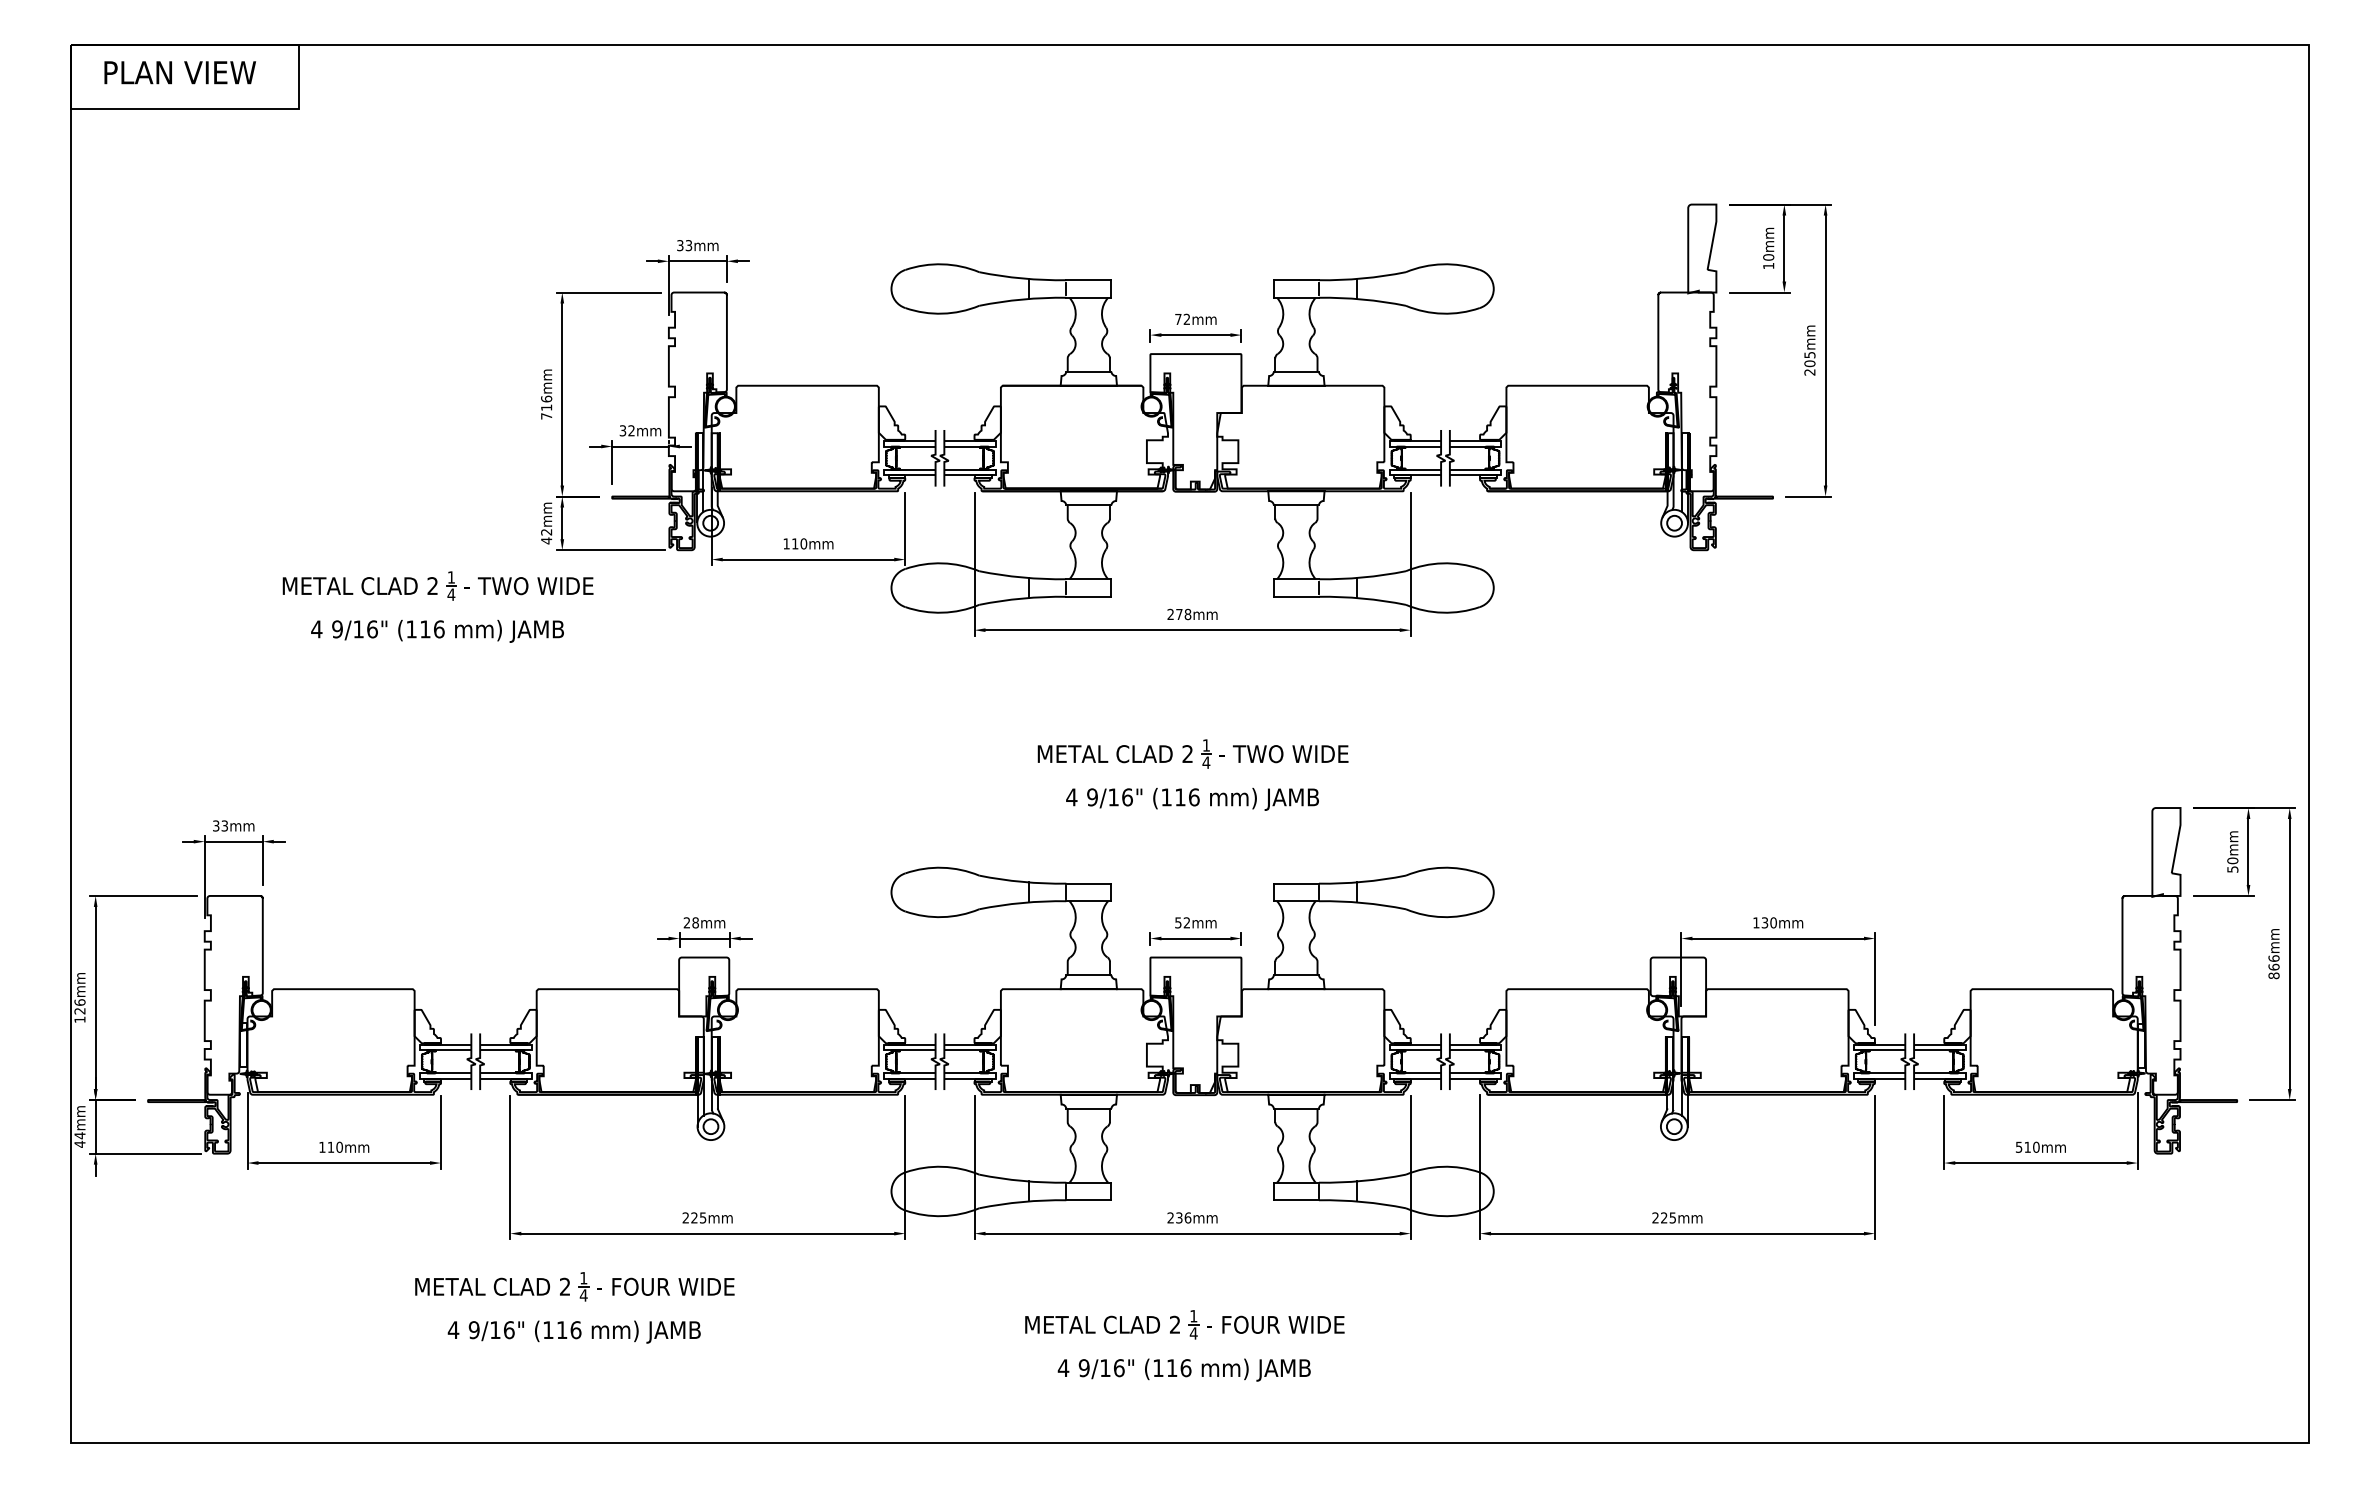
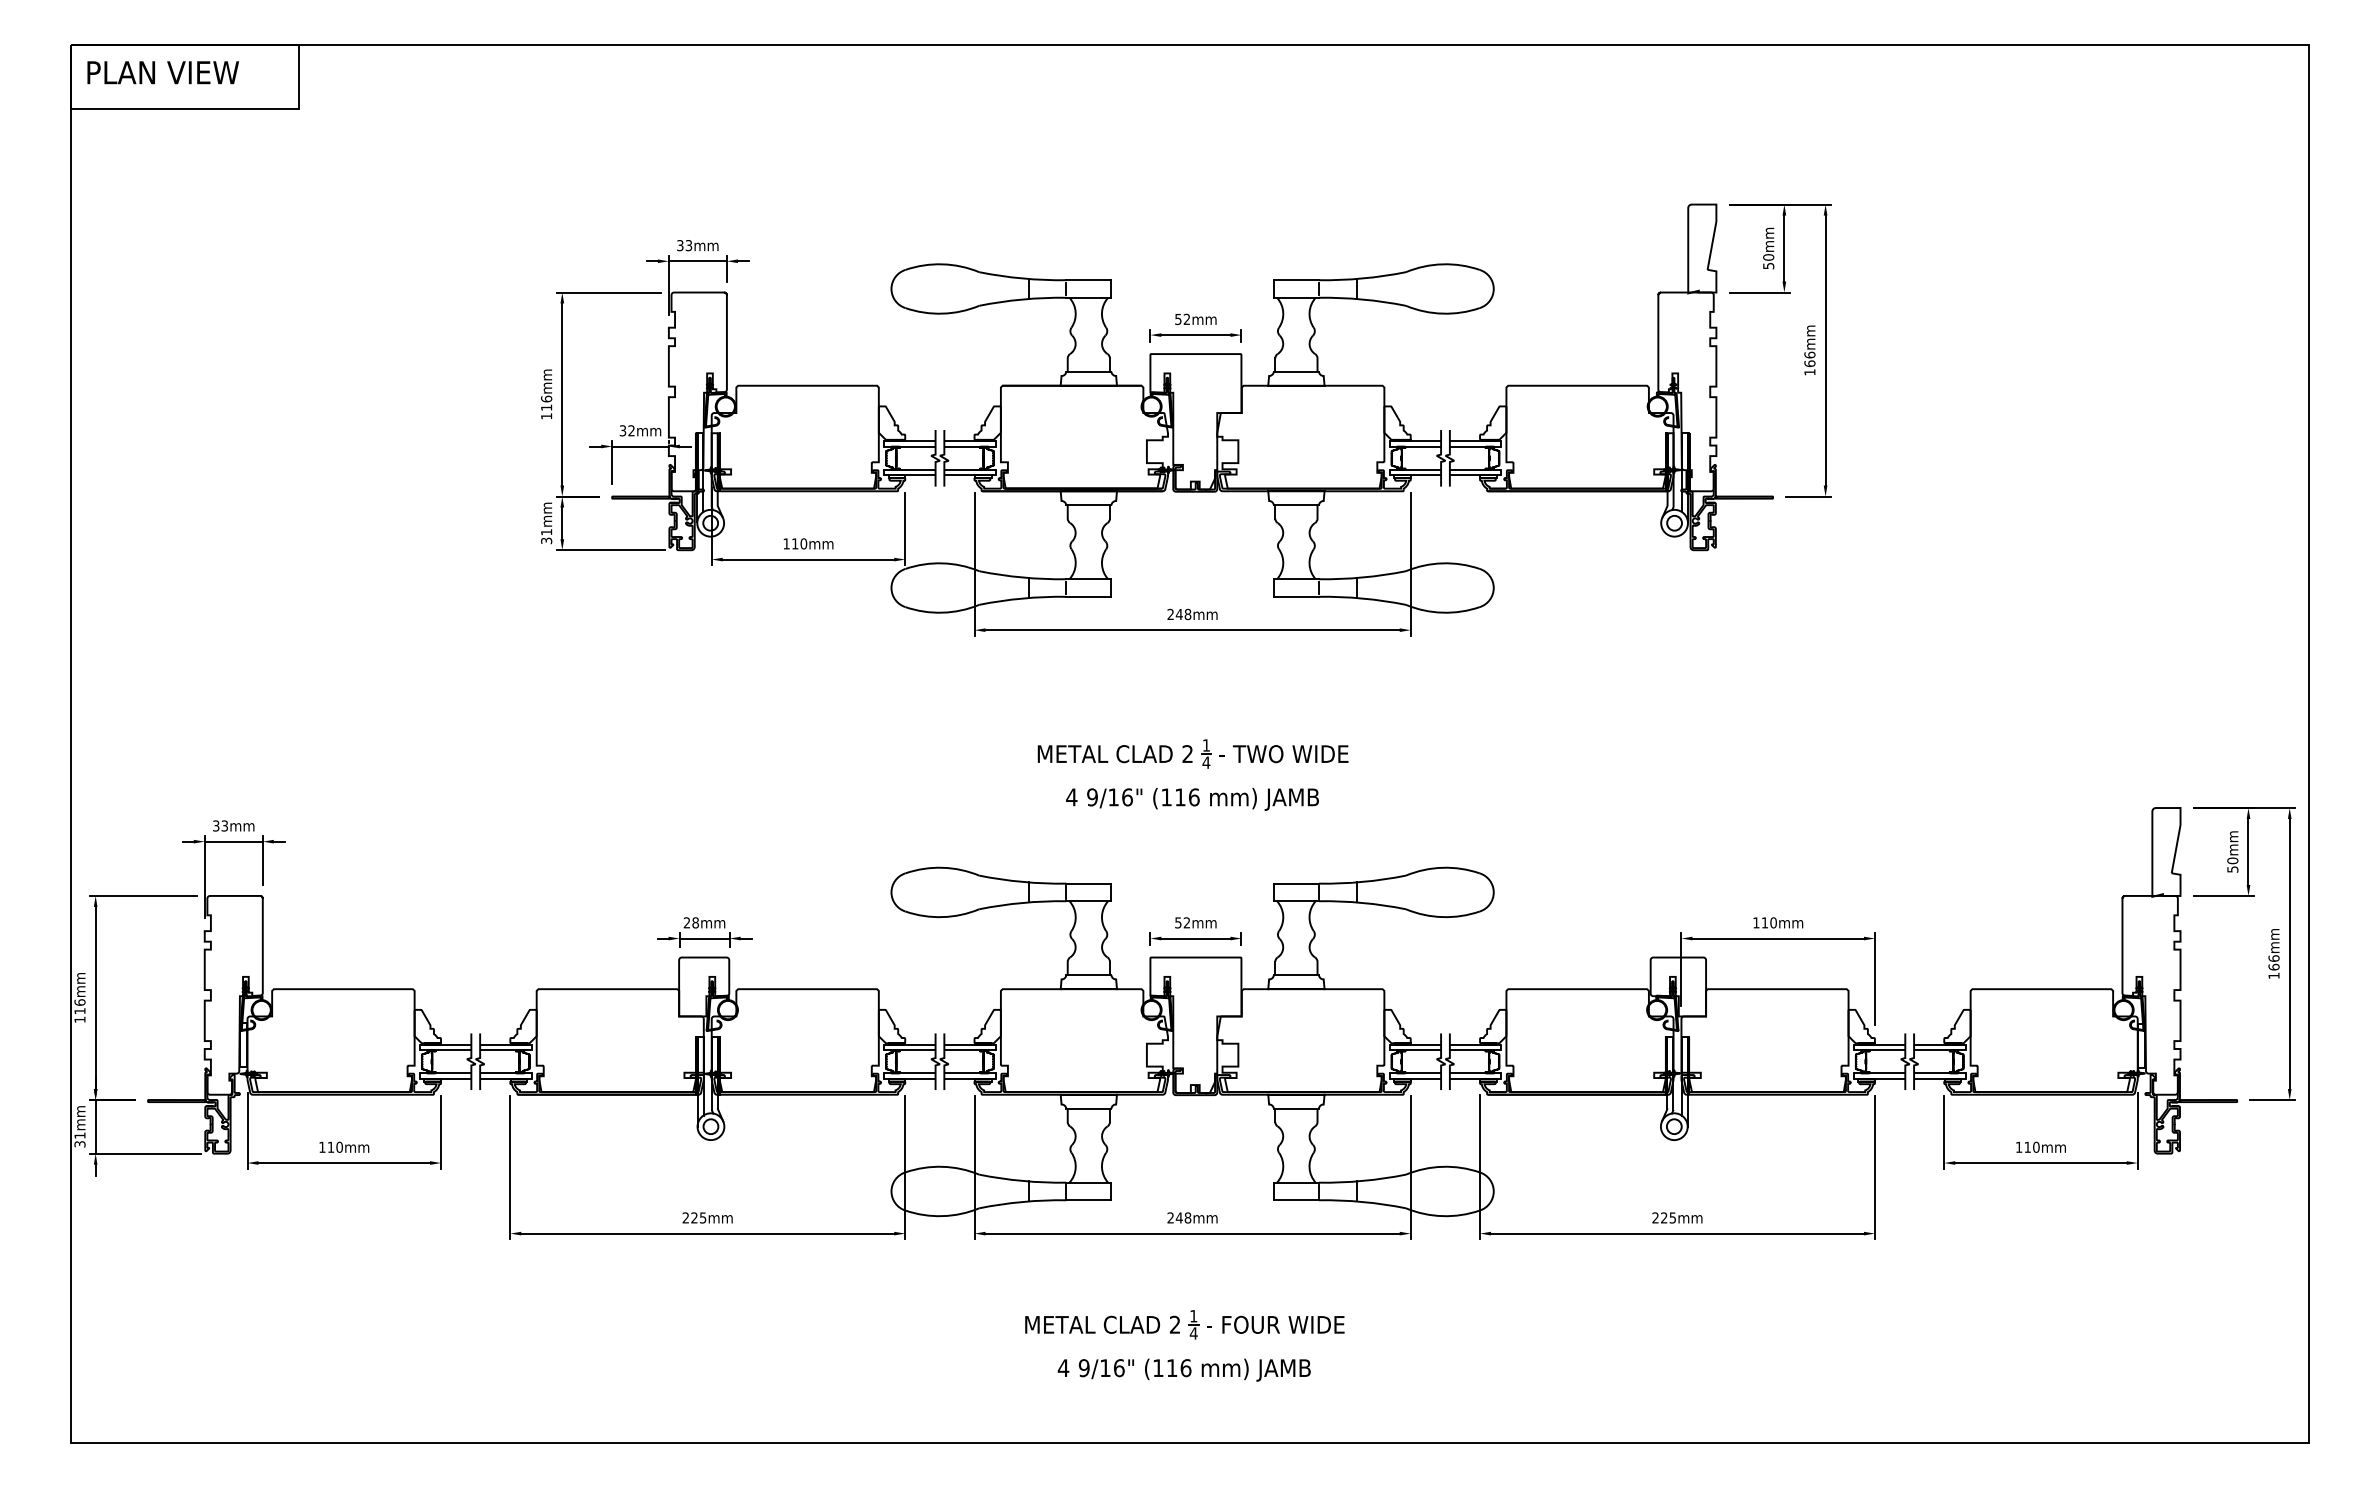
text at (179, 72) position: (179, 72) -> (162, 72)
text at (1768, 266): 10mm -> 50mm
text at (1178, 319): 72mm -> 52mm
text at (1809, 363): 205mm -> 166mm
text at (546, 416): 716mm -> 116mm
text at (546, 536): 42mm -> 31mm
part at (437, 594): present -> none
text at (1178, 614): 278mm -> 248mm
text at (1764, 922): 130mm -> 110mm
text at (2273, 975): 866mm -> 166mm
text at (79, 1011): 126mm -> 116mm
text at (79, 1139): 44mm -> 31mm
text at (2018, 1146): 510mm -> 110mm
text at (1183, 1217): 236mm -> 248mm
part at (579, 1298): present -> none
